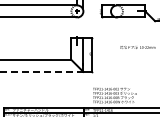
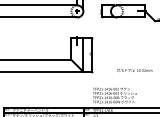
text at (137, 47) position: (137, 47) -> (134, 70)
line at (42, 71): dashed -> solid
